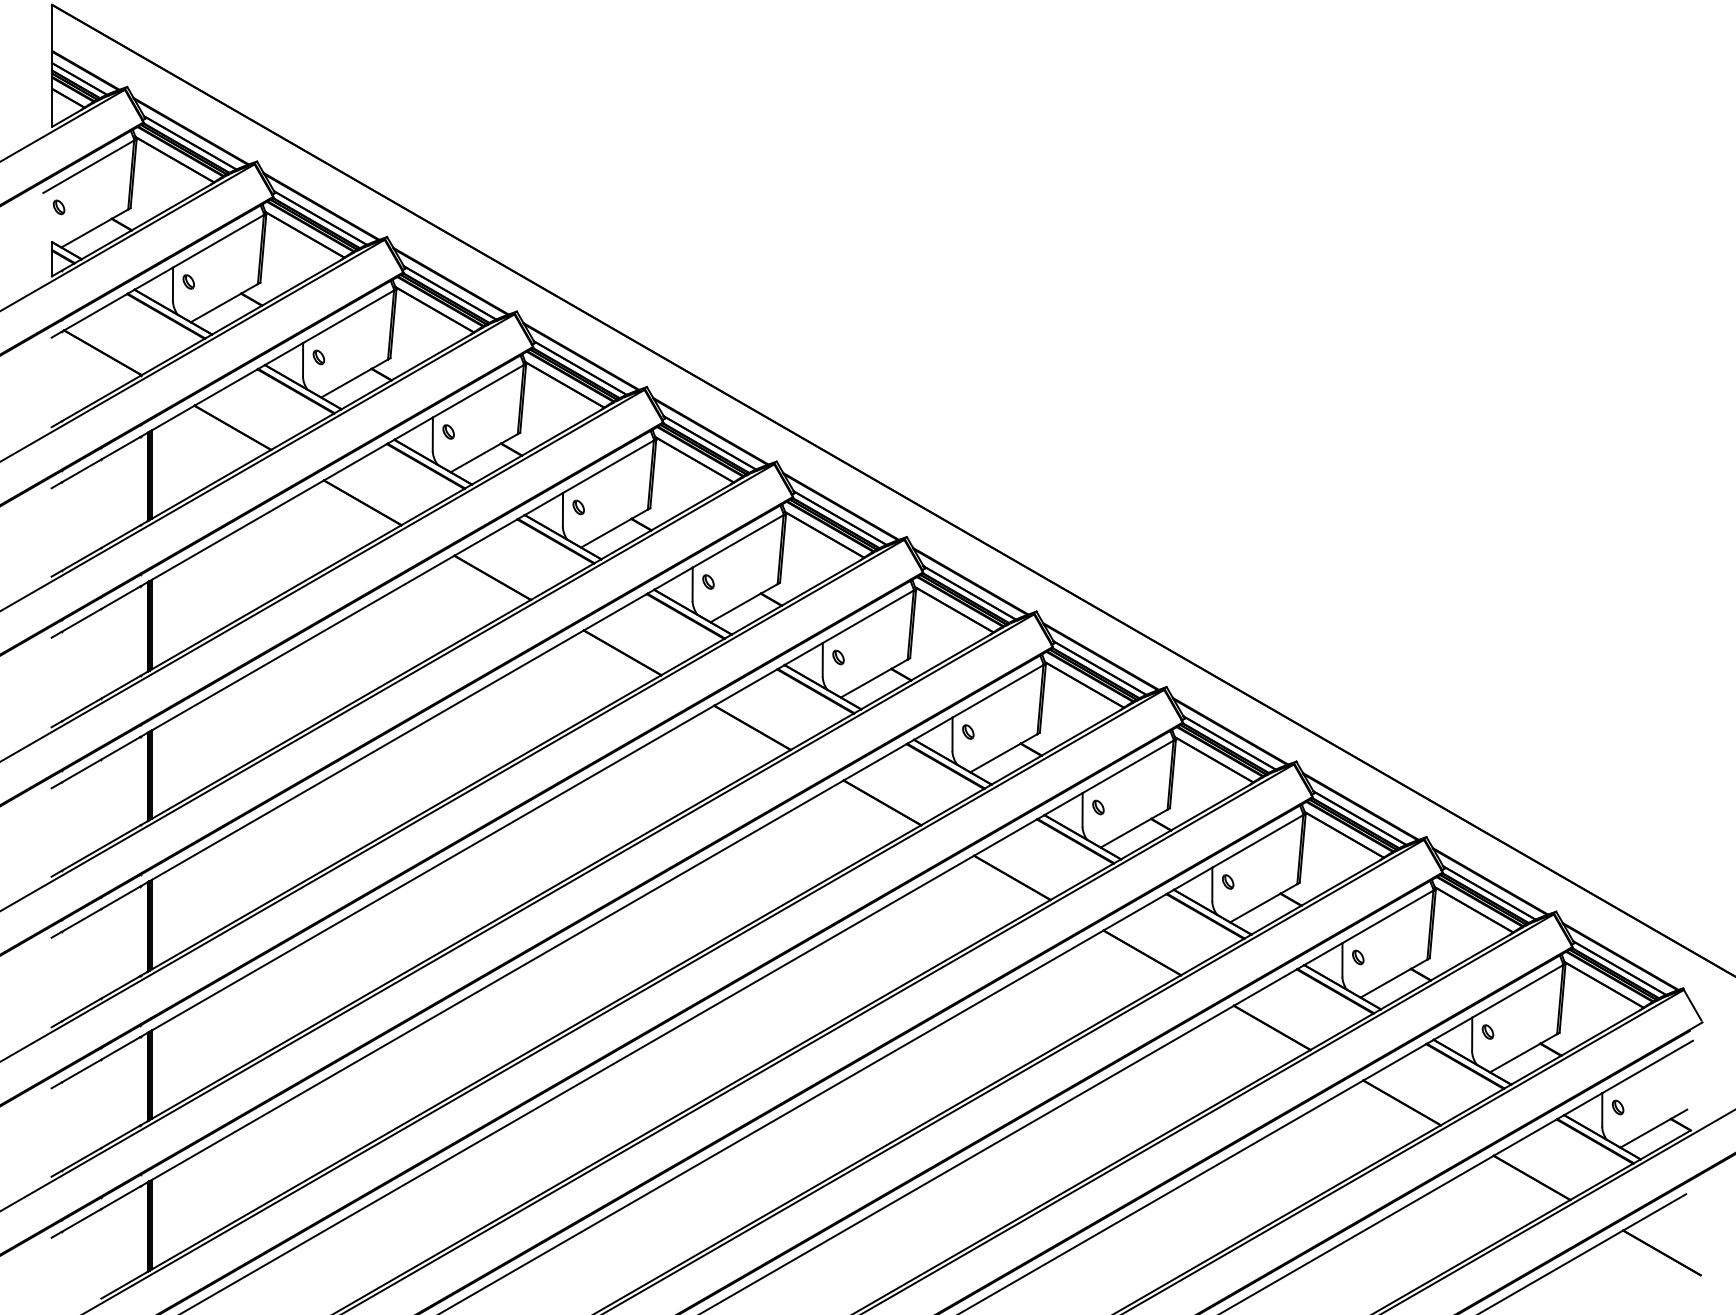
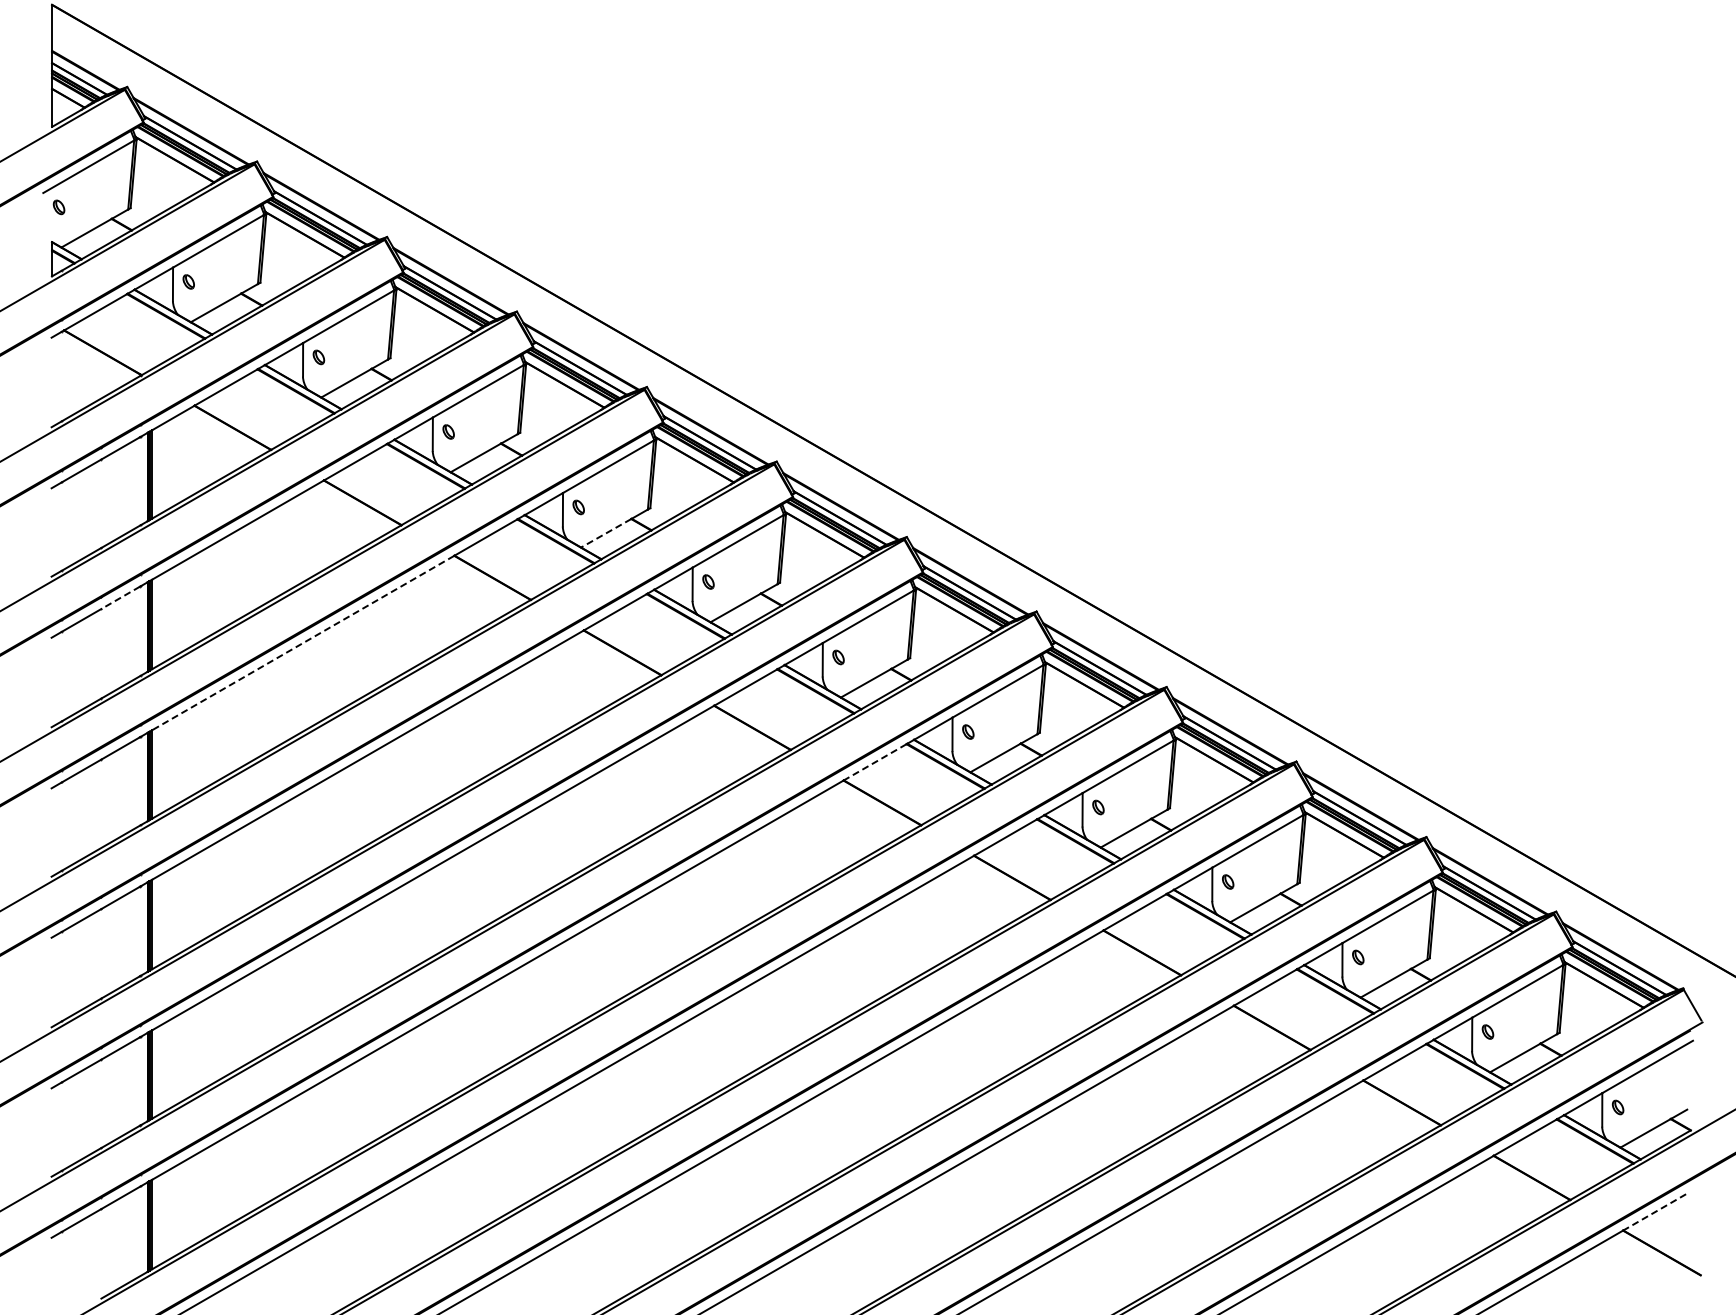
line at (606, 533): solid -> dashed
line at (120, 598): solid -> dashed
line at (302, 643): solid -> dashed
line at (874, 762): solid -> dashed
line at (1654, 1212): solid -> dashed
